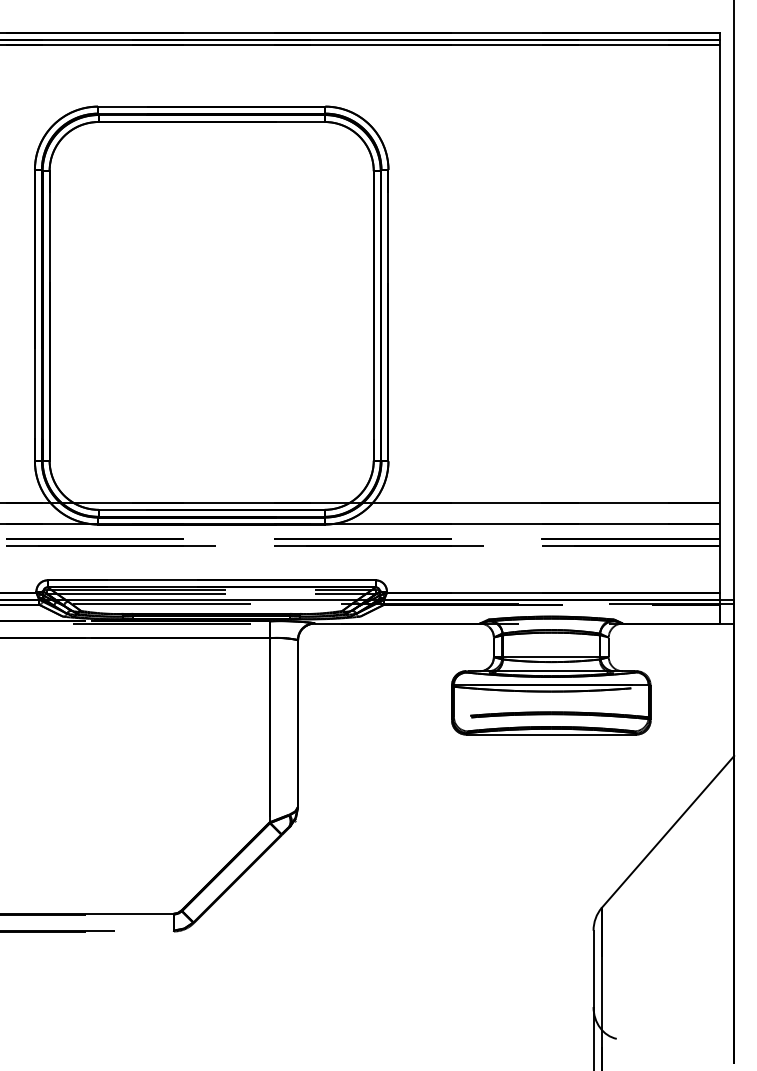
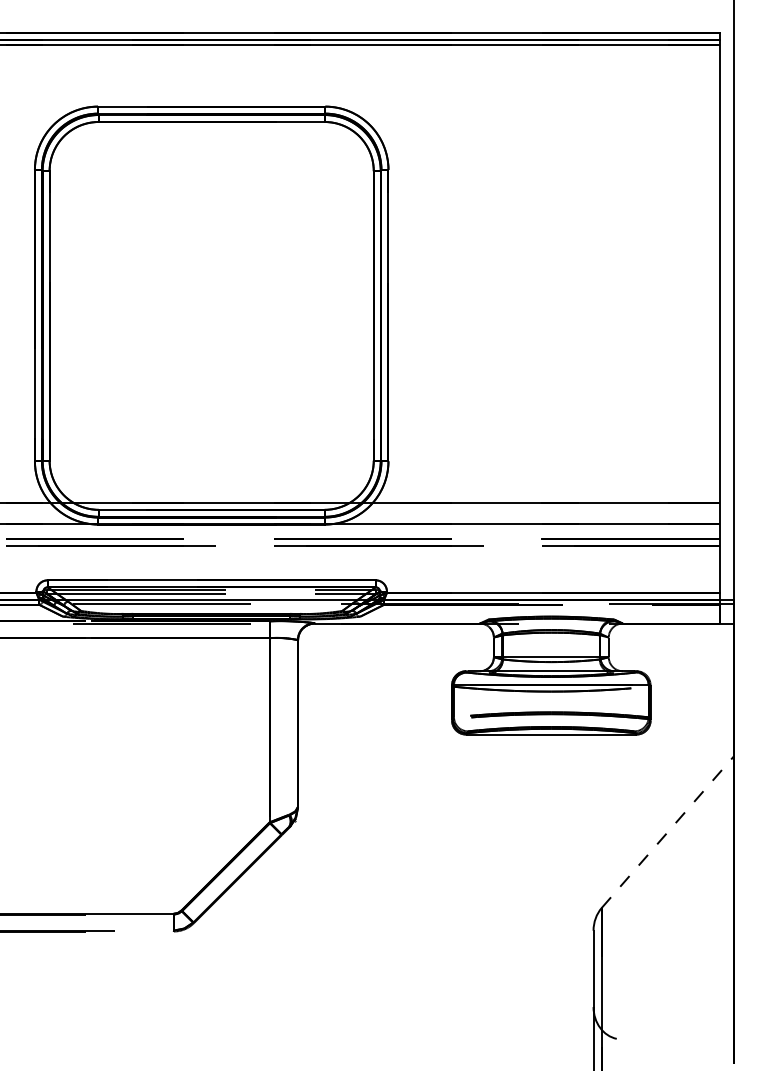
line at (667, 831): solid -> dashed
